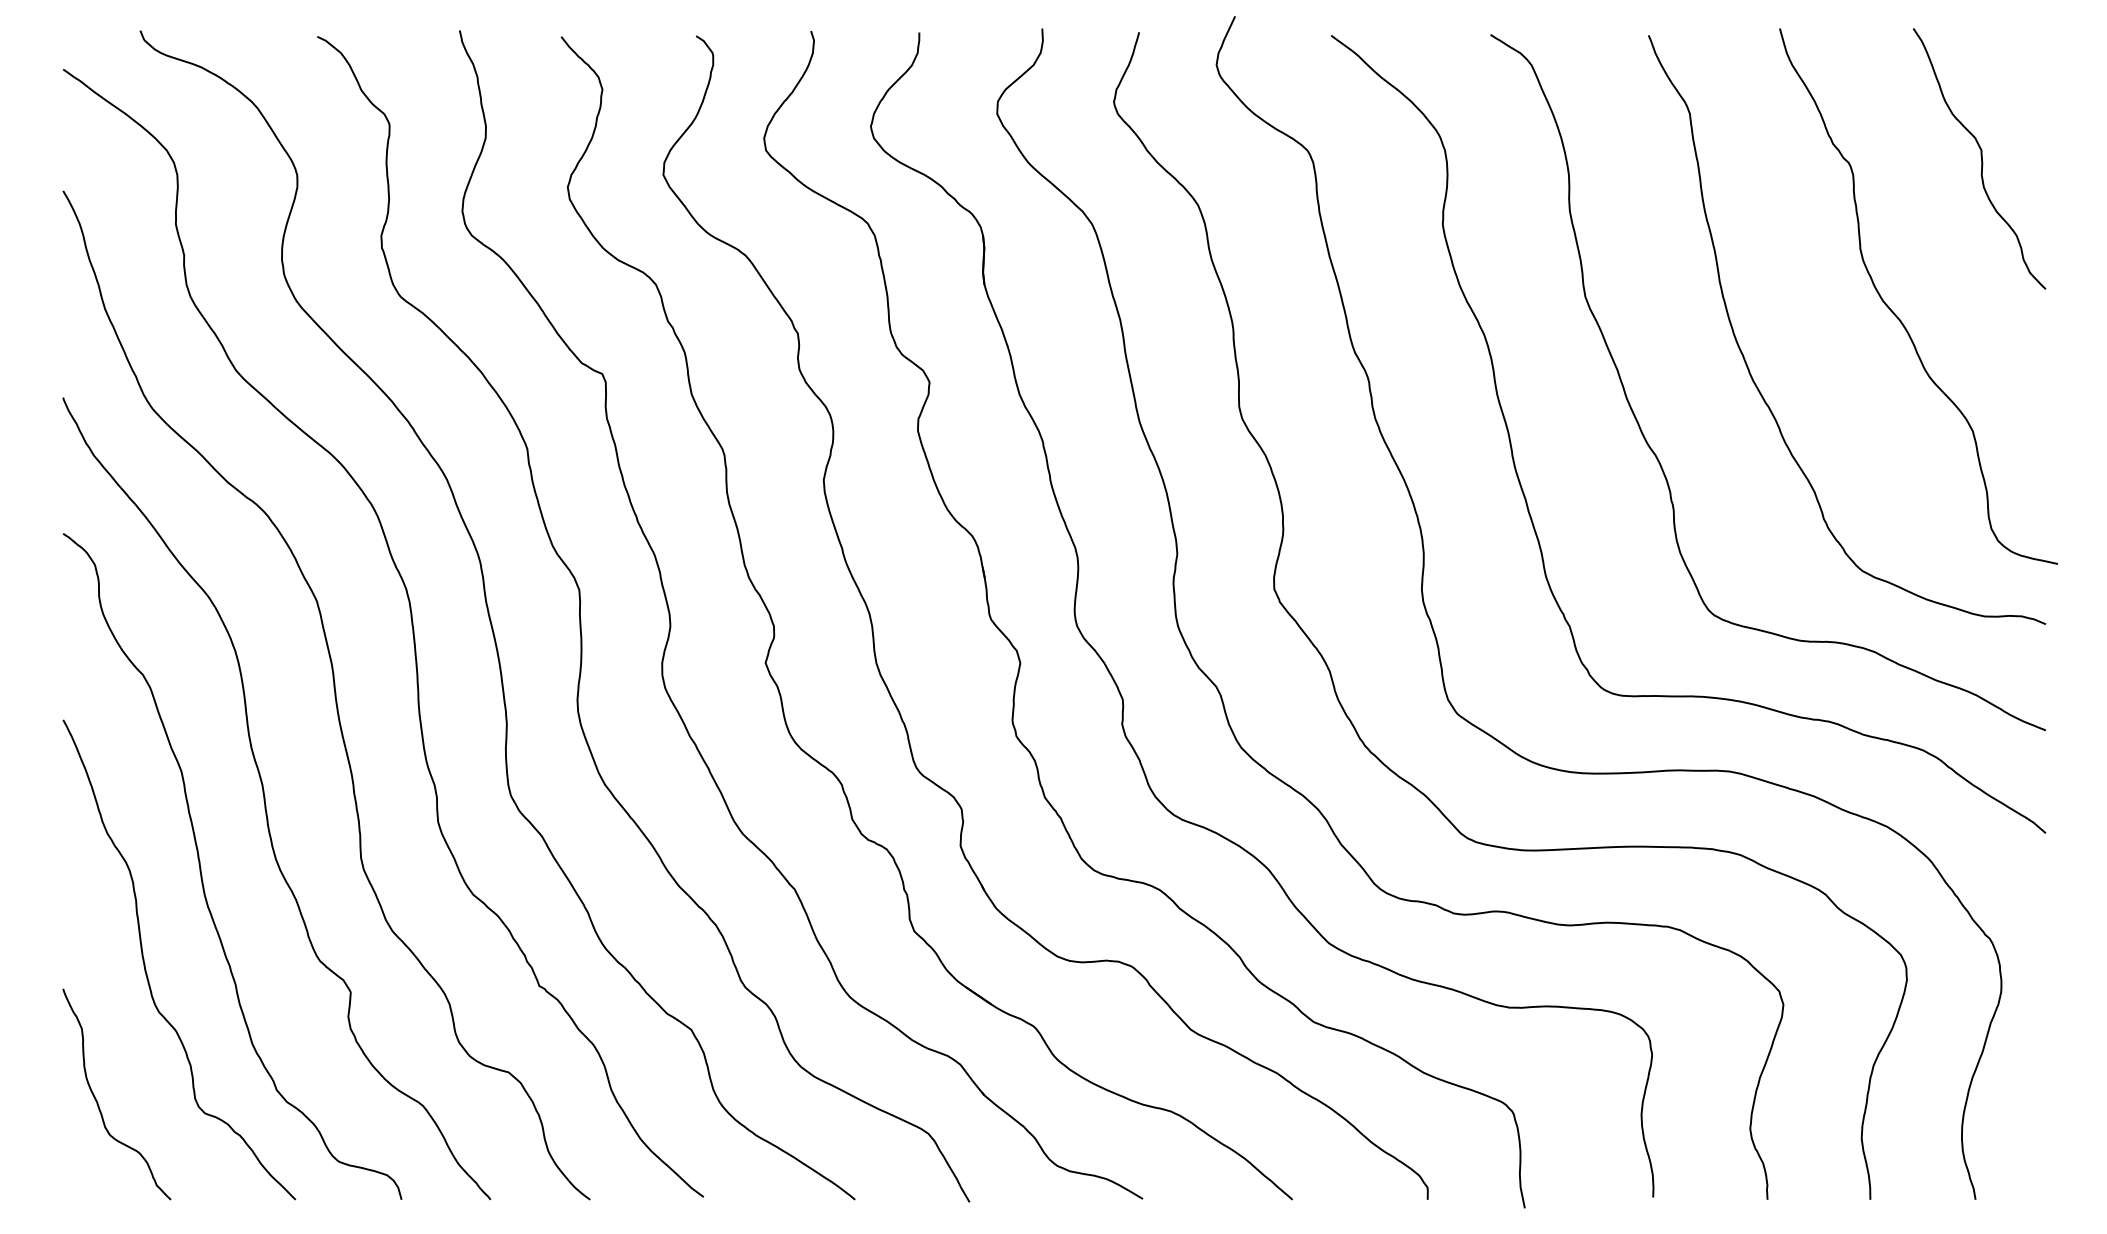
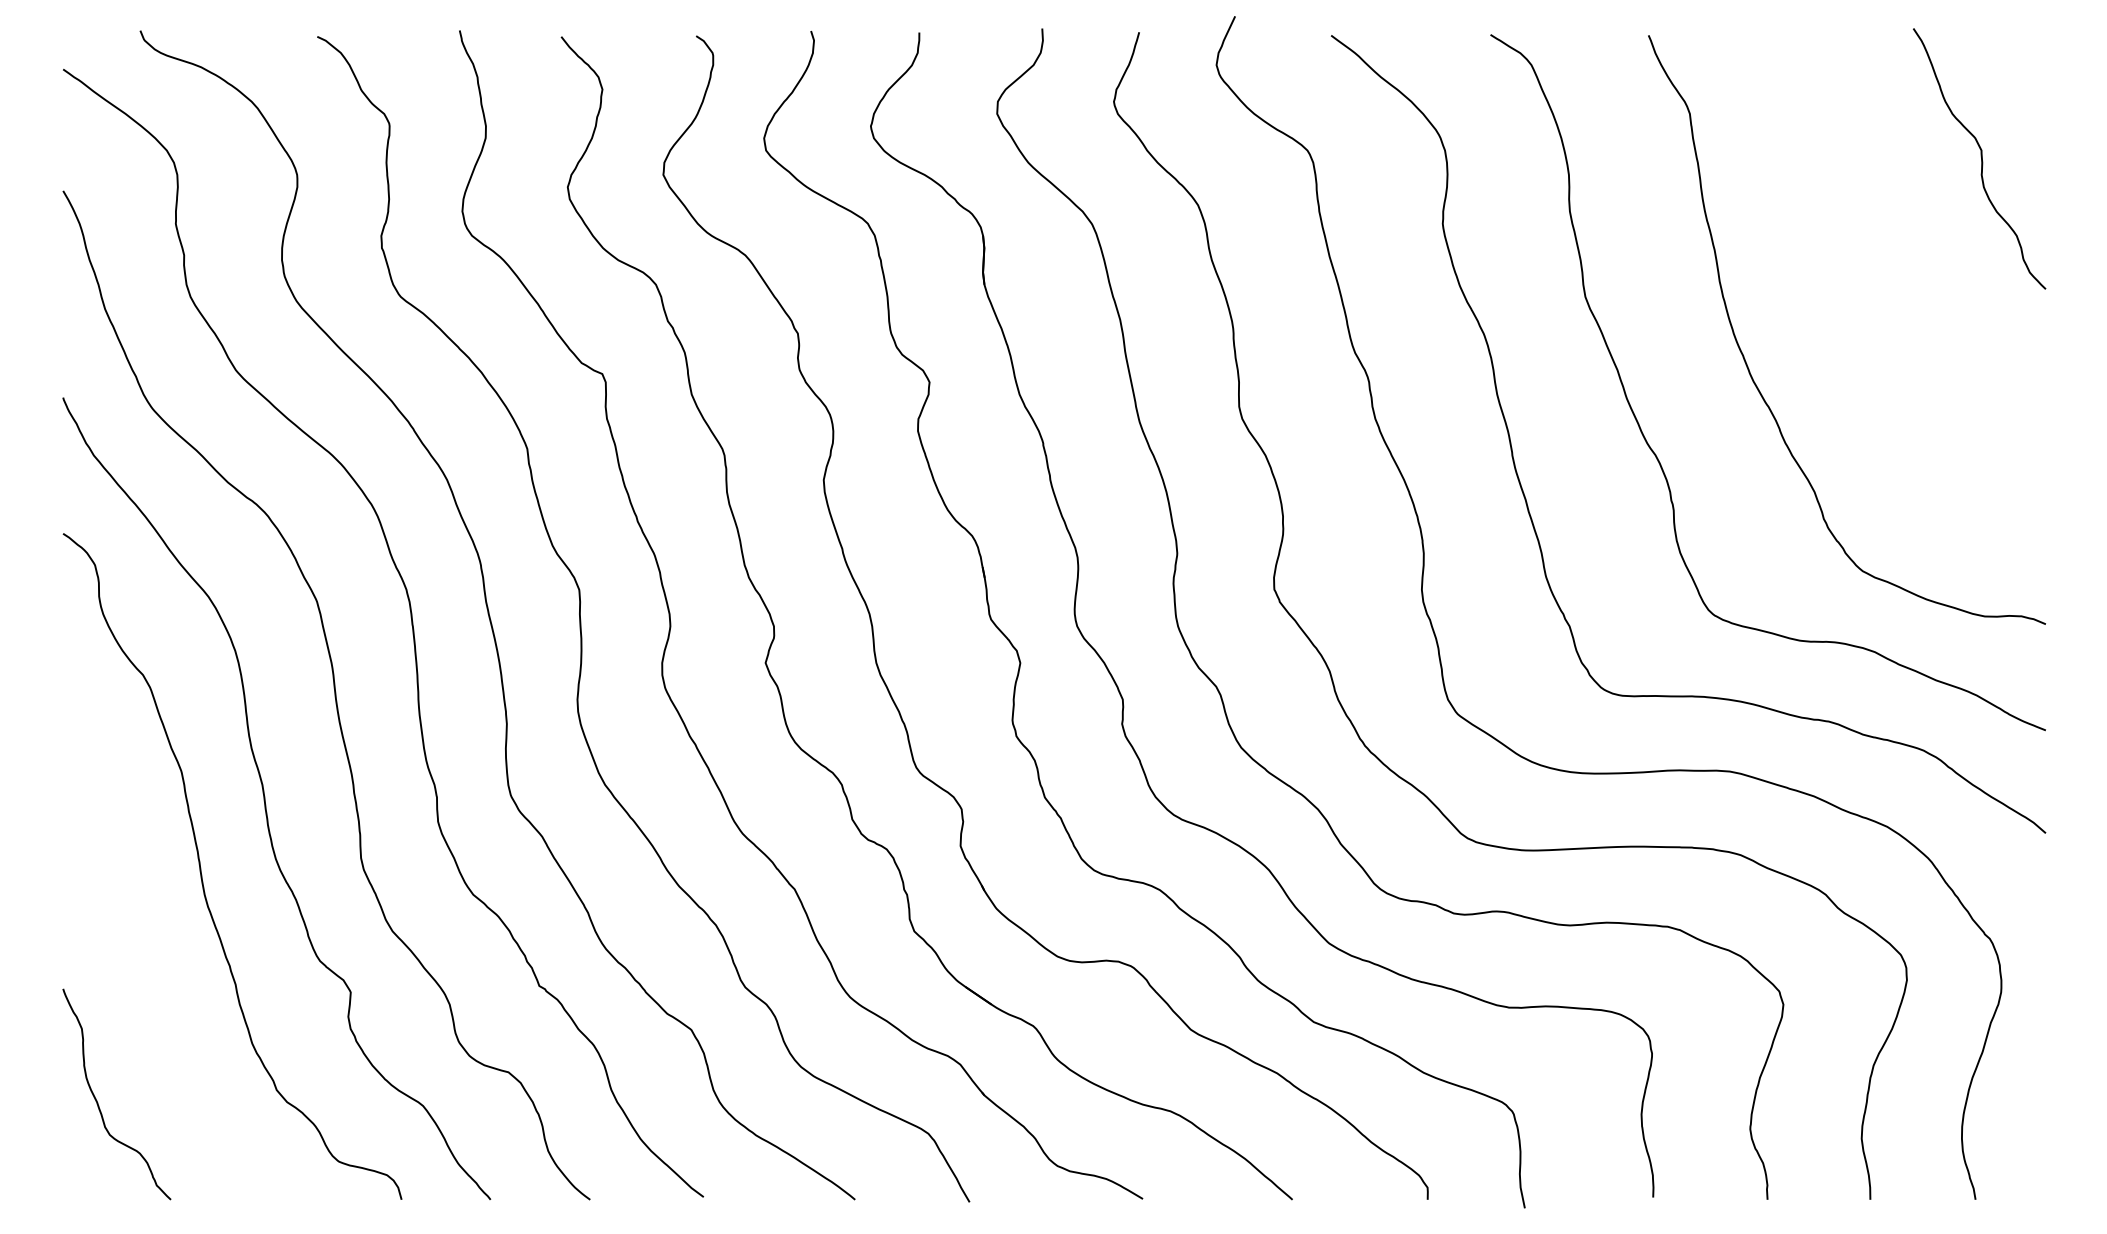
curve at (1896, 314): present -> none
curve at (145, 963): present -> none
